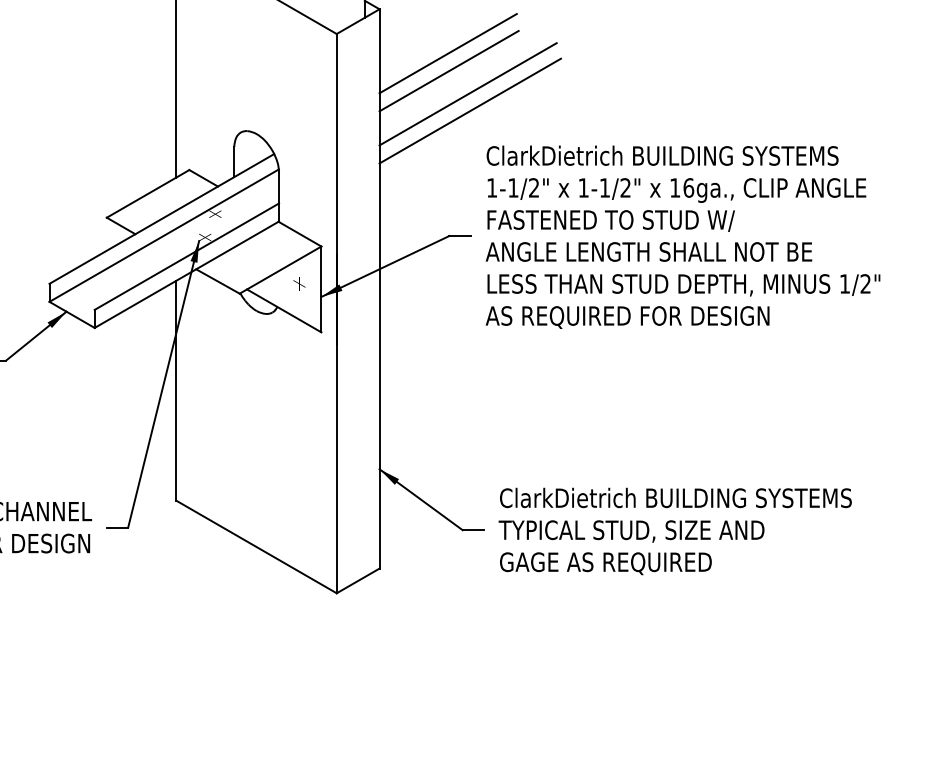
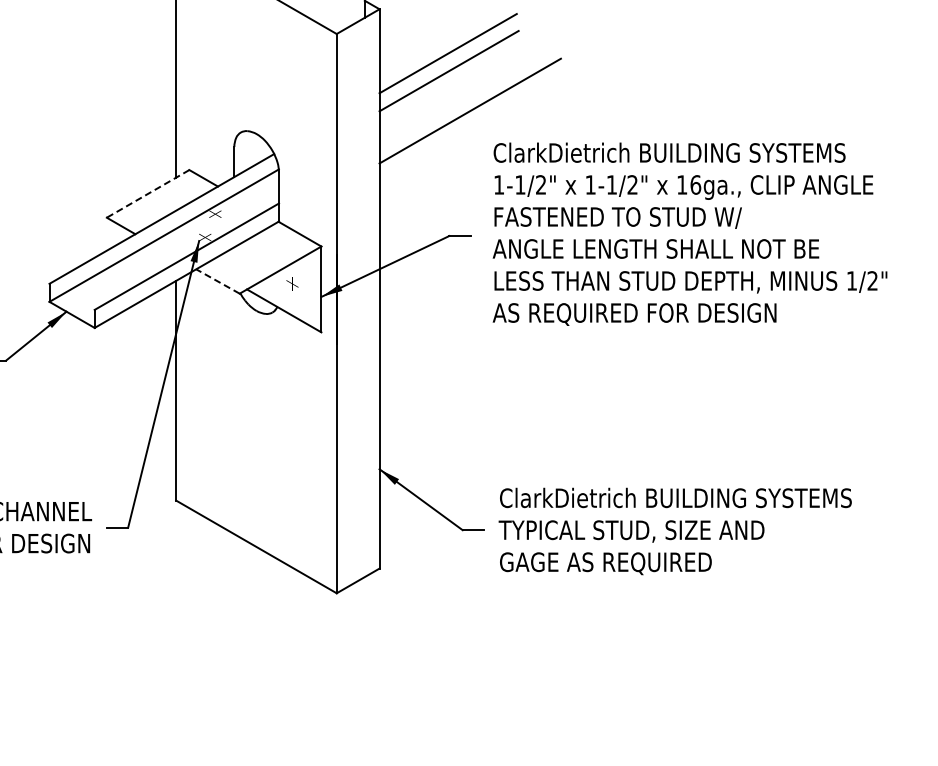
line at (467, 94): present -> none
line at (148, 193): solid -> dashed
text at (682, 236) position: (682, 236) -> (689, 233)
line at (217, 281): solid -> dashed
part at (299, 283) position: (299, 283) -> (292, 283)
